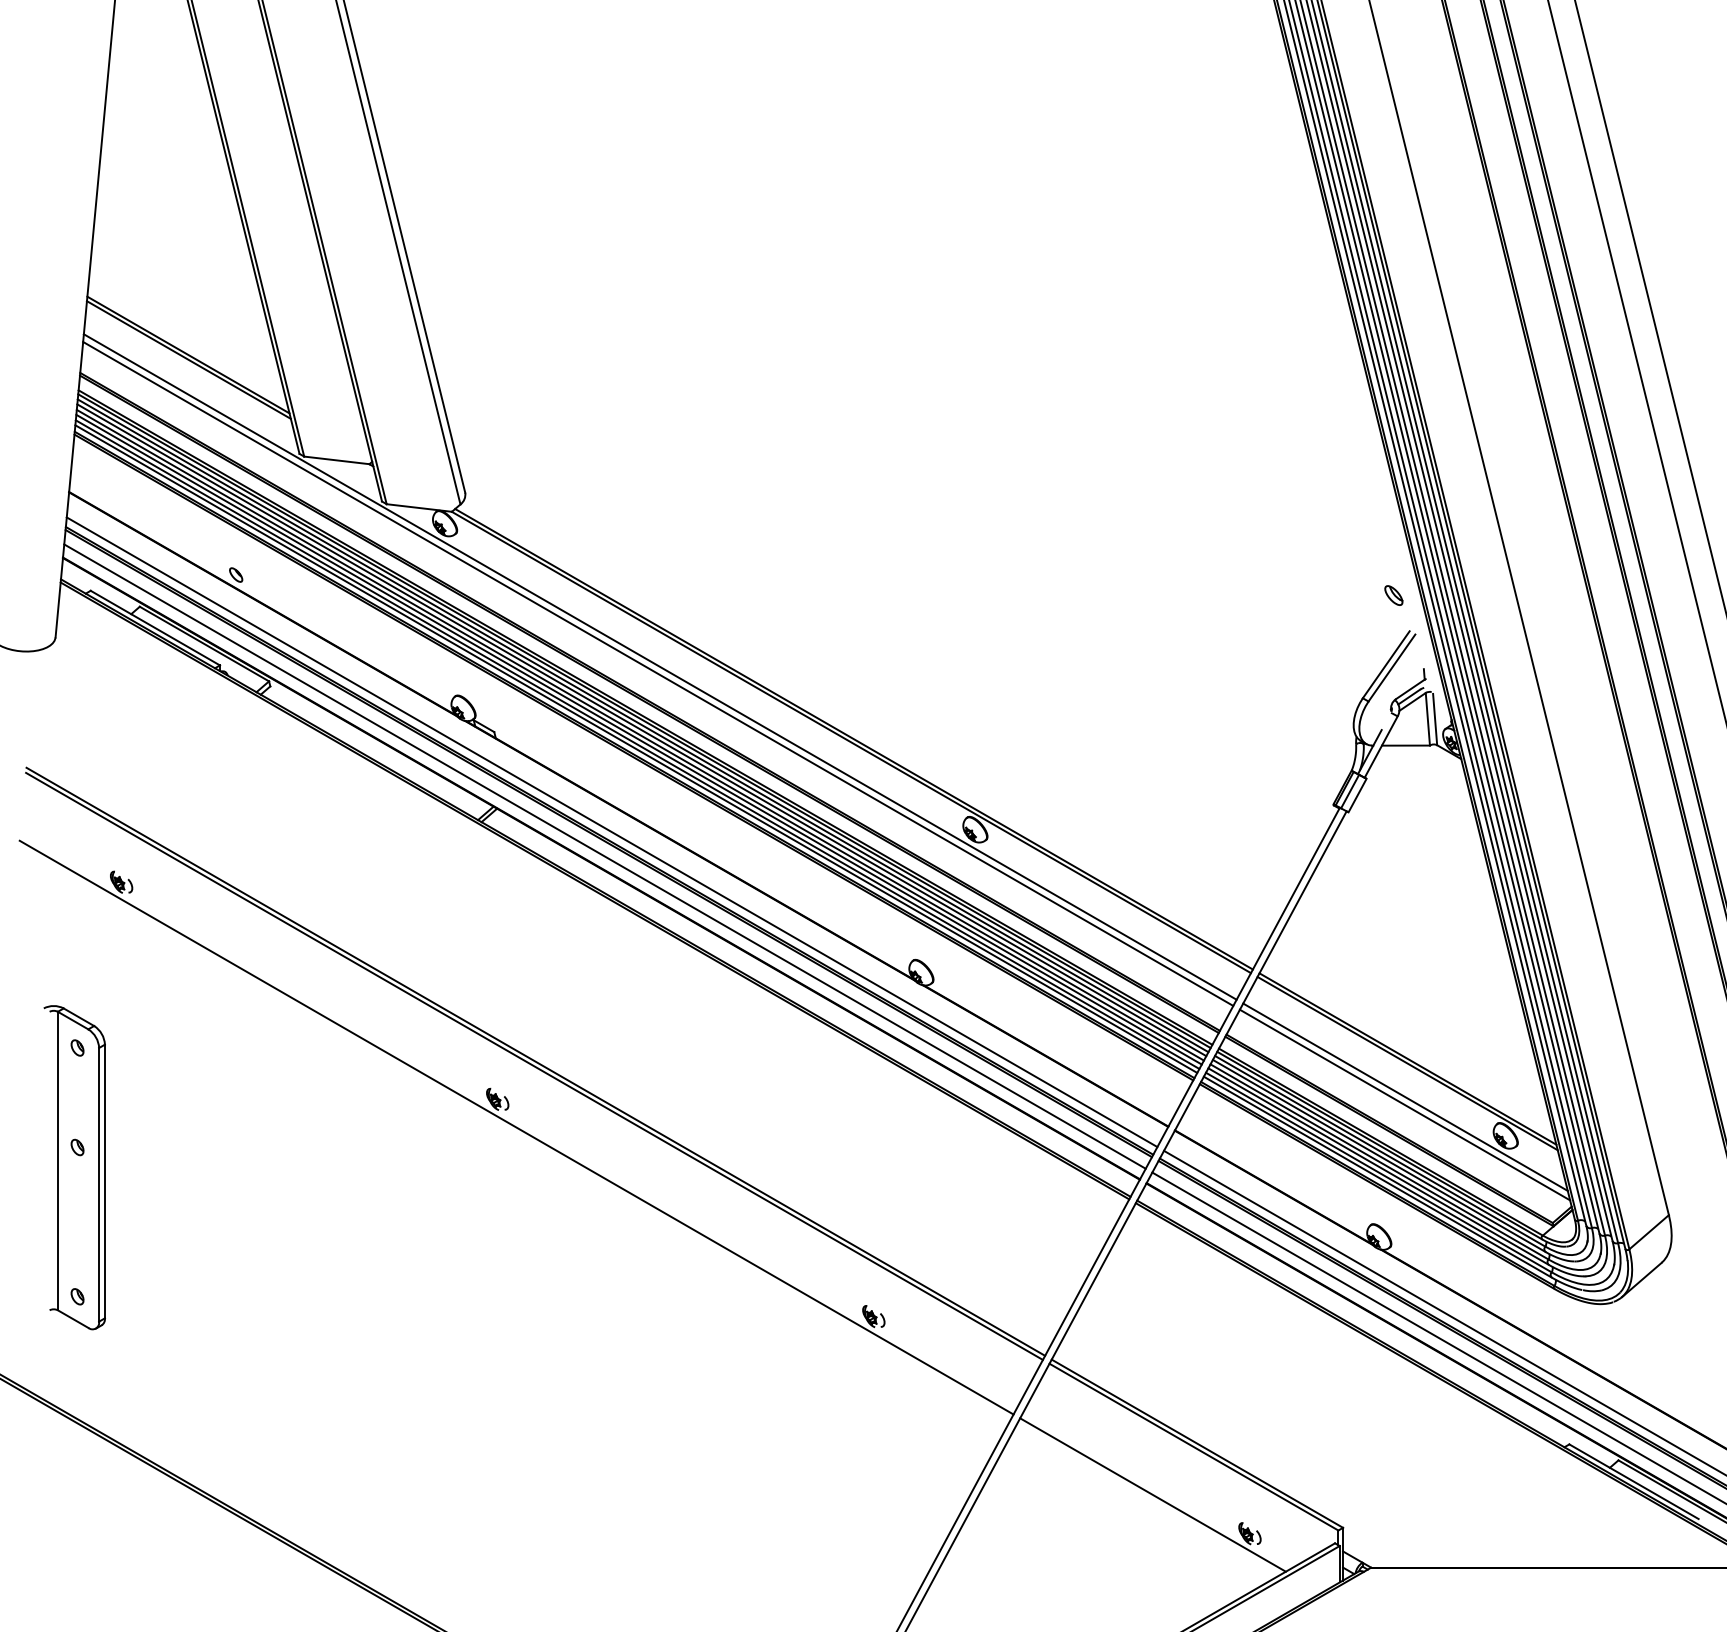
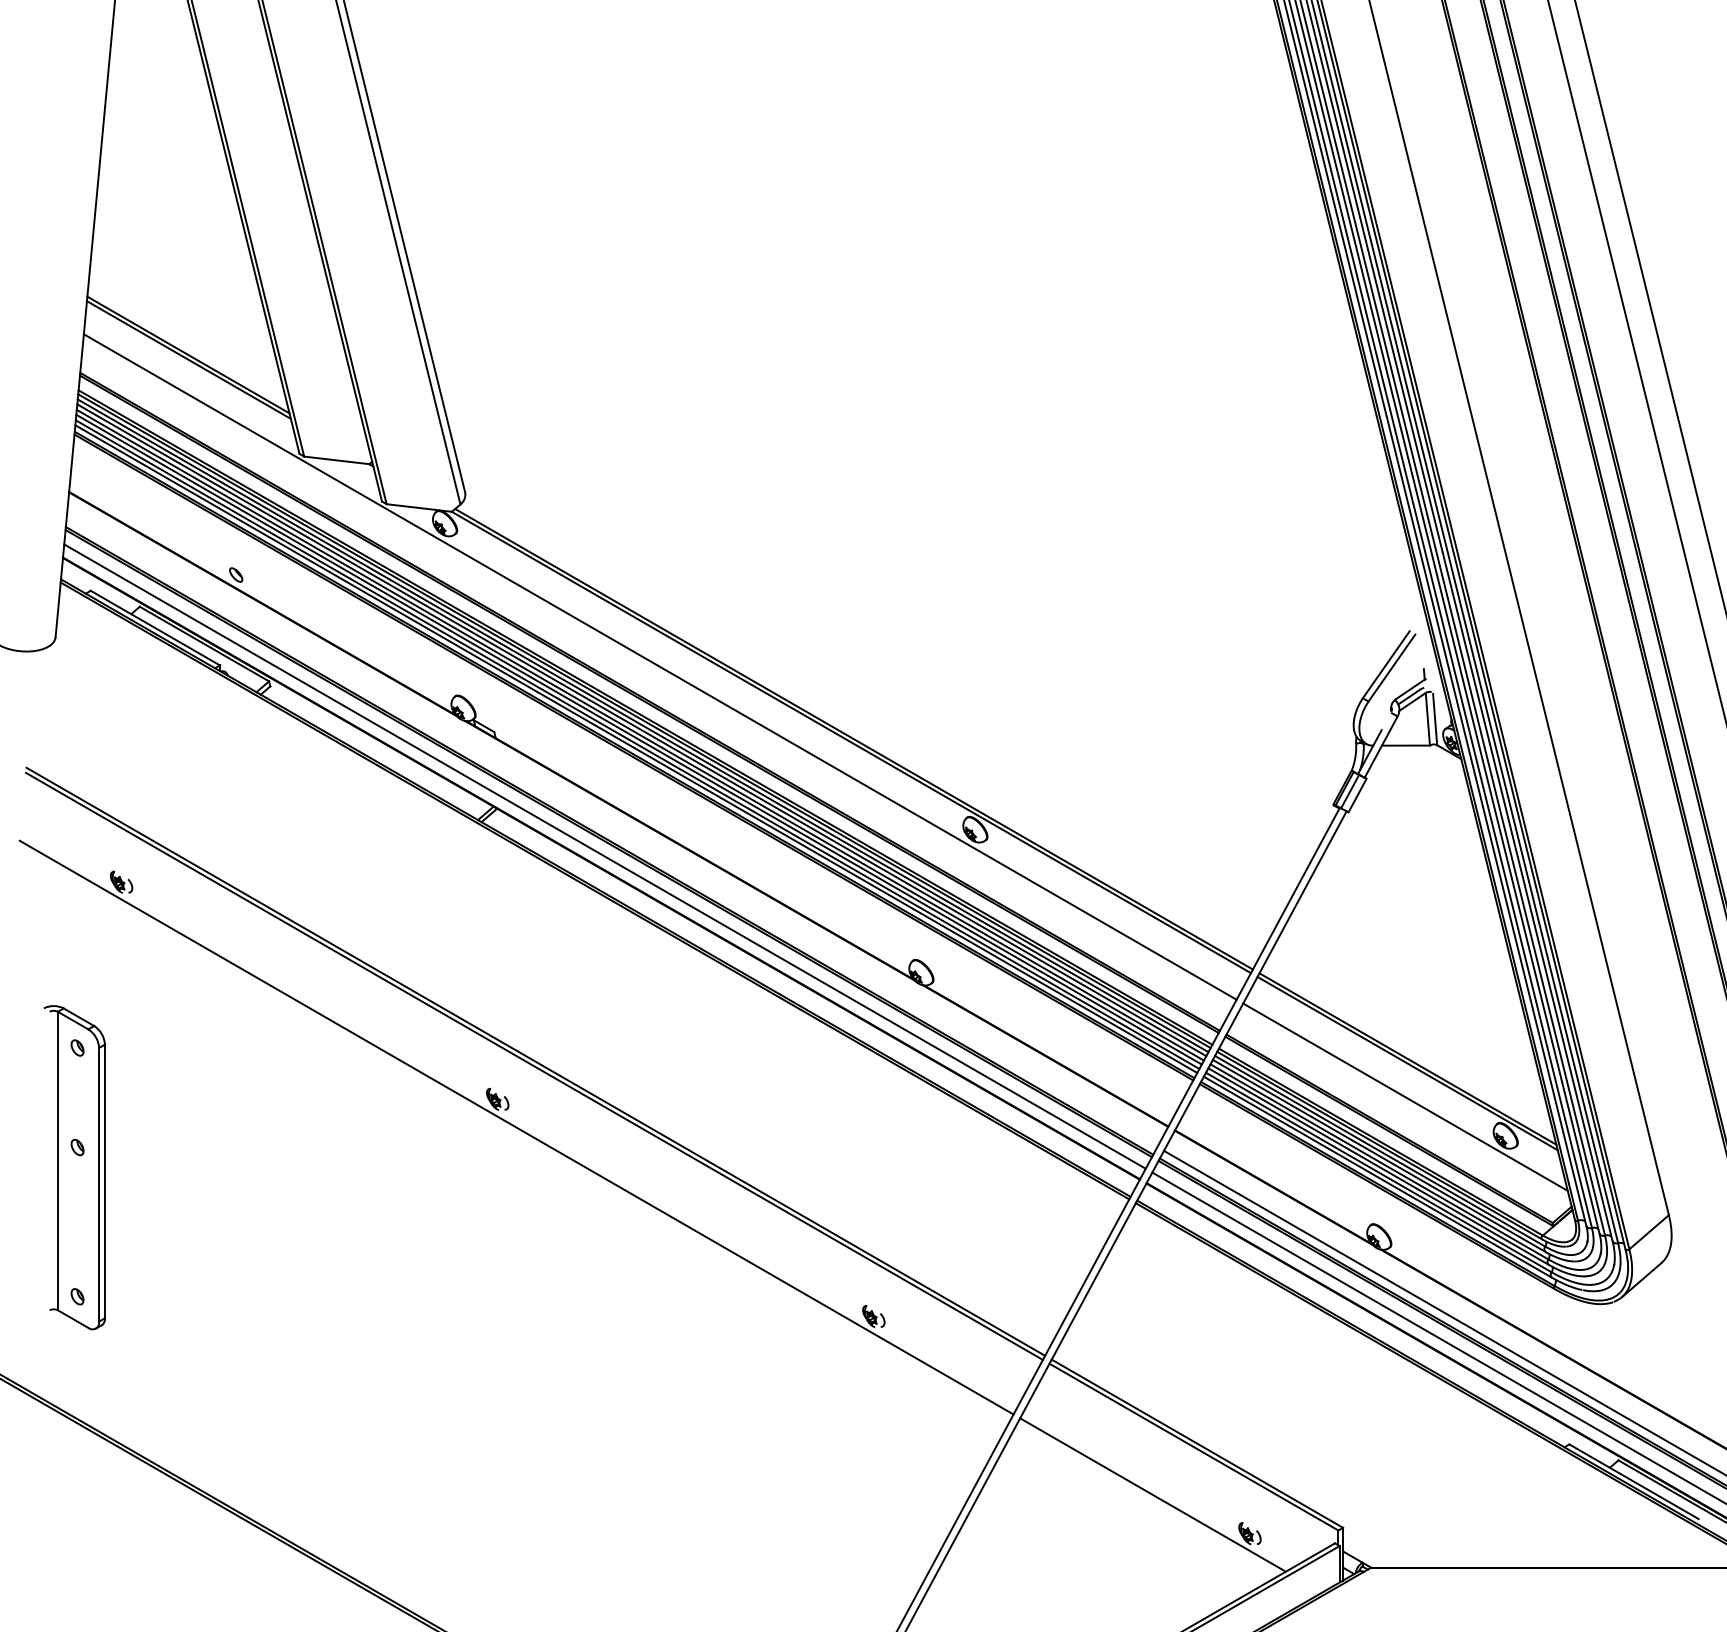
part at (1393, 595): present -> none
line at (658, 673): present -> none
line at (611, 832): present -> none
line at (1404, 1104): present -> none
